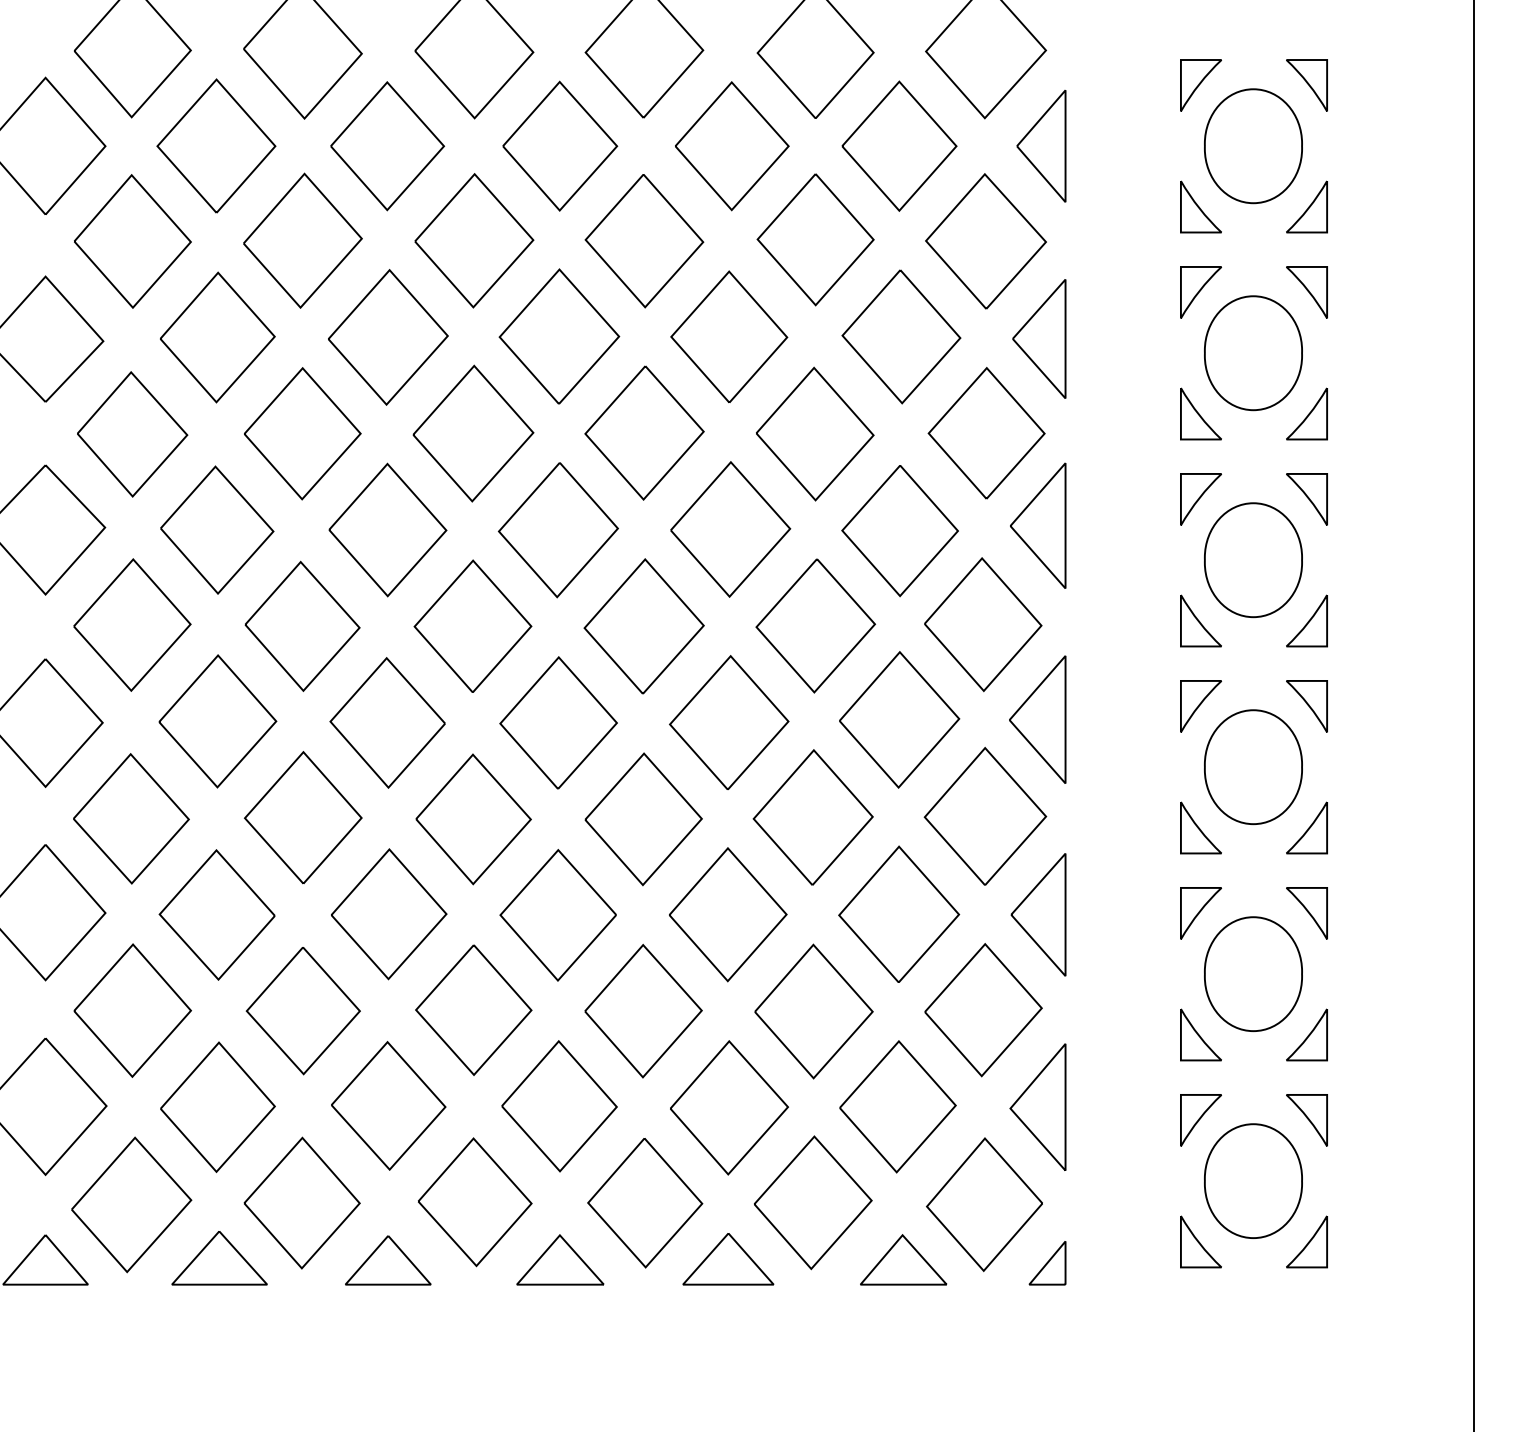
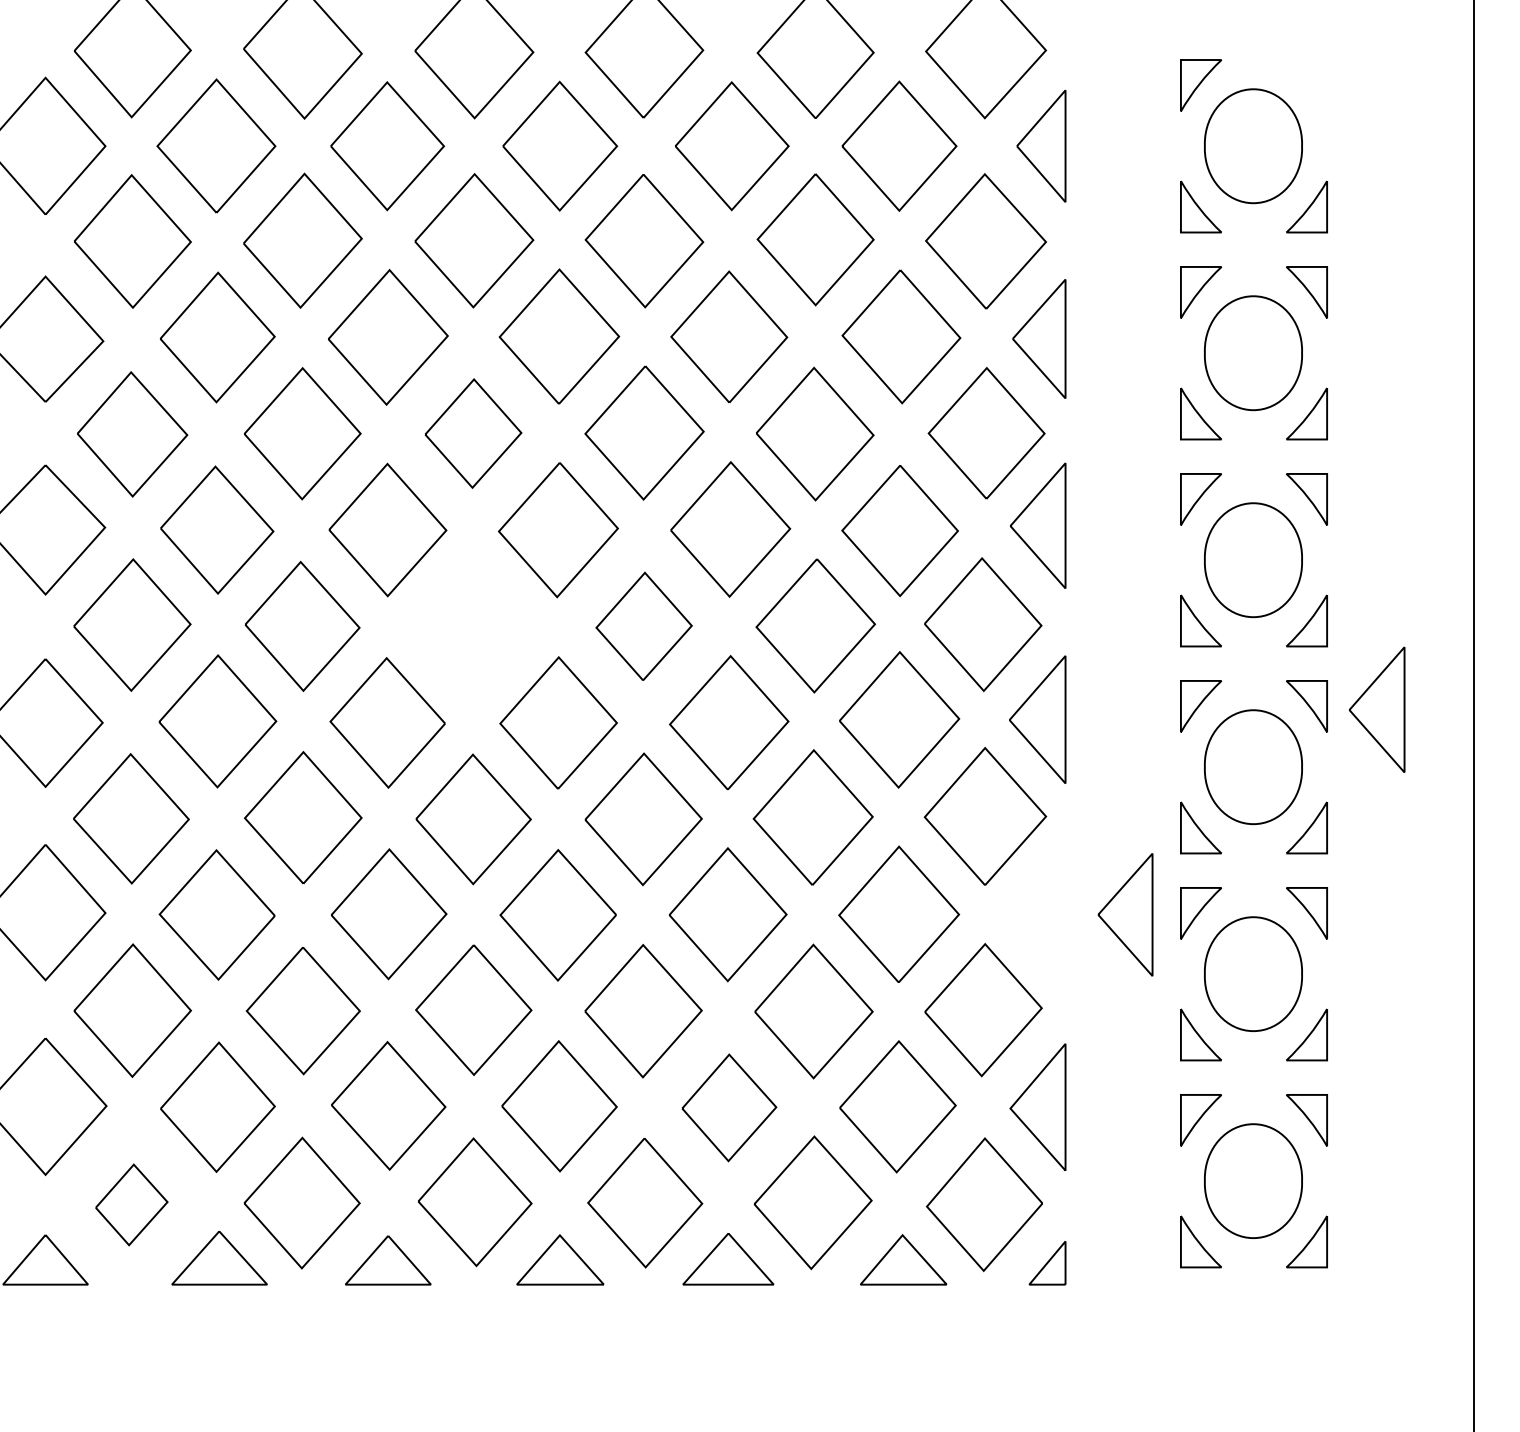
part at (1306, 85): present -> none
part at (473, 433) size: 123x139 px -> 99x111 px
part at (472, 625): present -> none
part at (643, 626) size: 122x137 px -> 98x110 px
part at (1377, 709): none -> present
part at (1038, 914) position: (1038, 914) -> (1125, 914)
part at (729, 1107) size: 119x136 px -> 97x110 px
part at (131, 1204) size: 122x138 px -> 74x84 px
